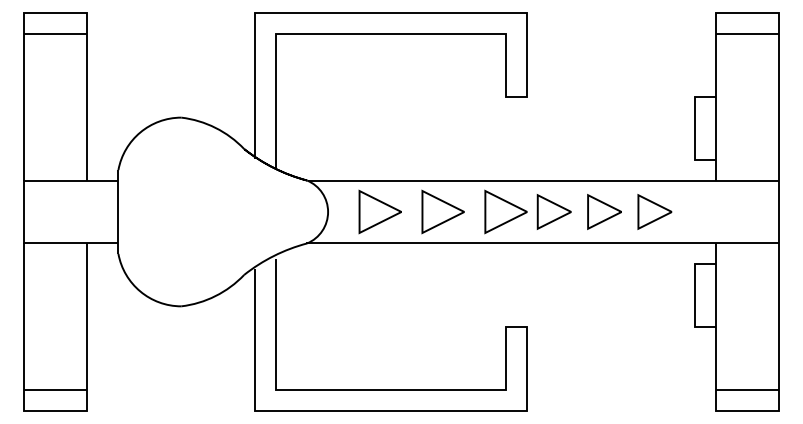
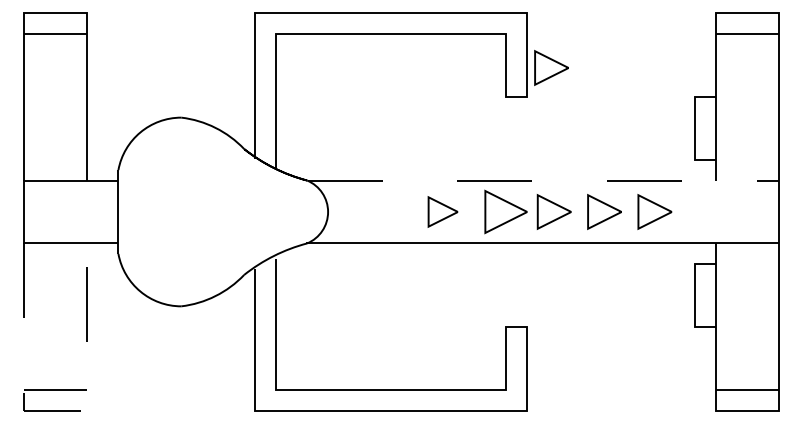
part at (551, 67): none -> present
line at (543, 180): solid -> dashed
part at (379, 211): present -> none
part at (442, 211) size: 44x46 px -> 32x32 px
line at (56, 411): solid -> dashed
